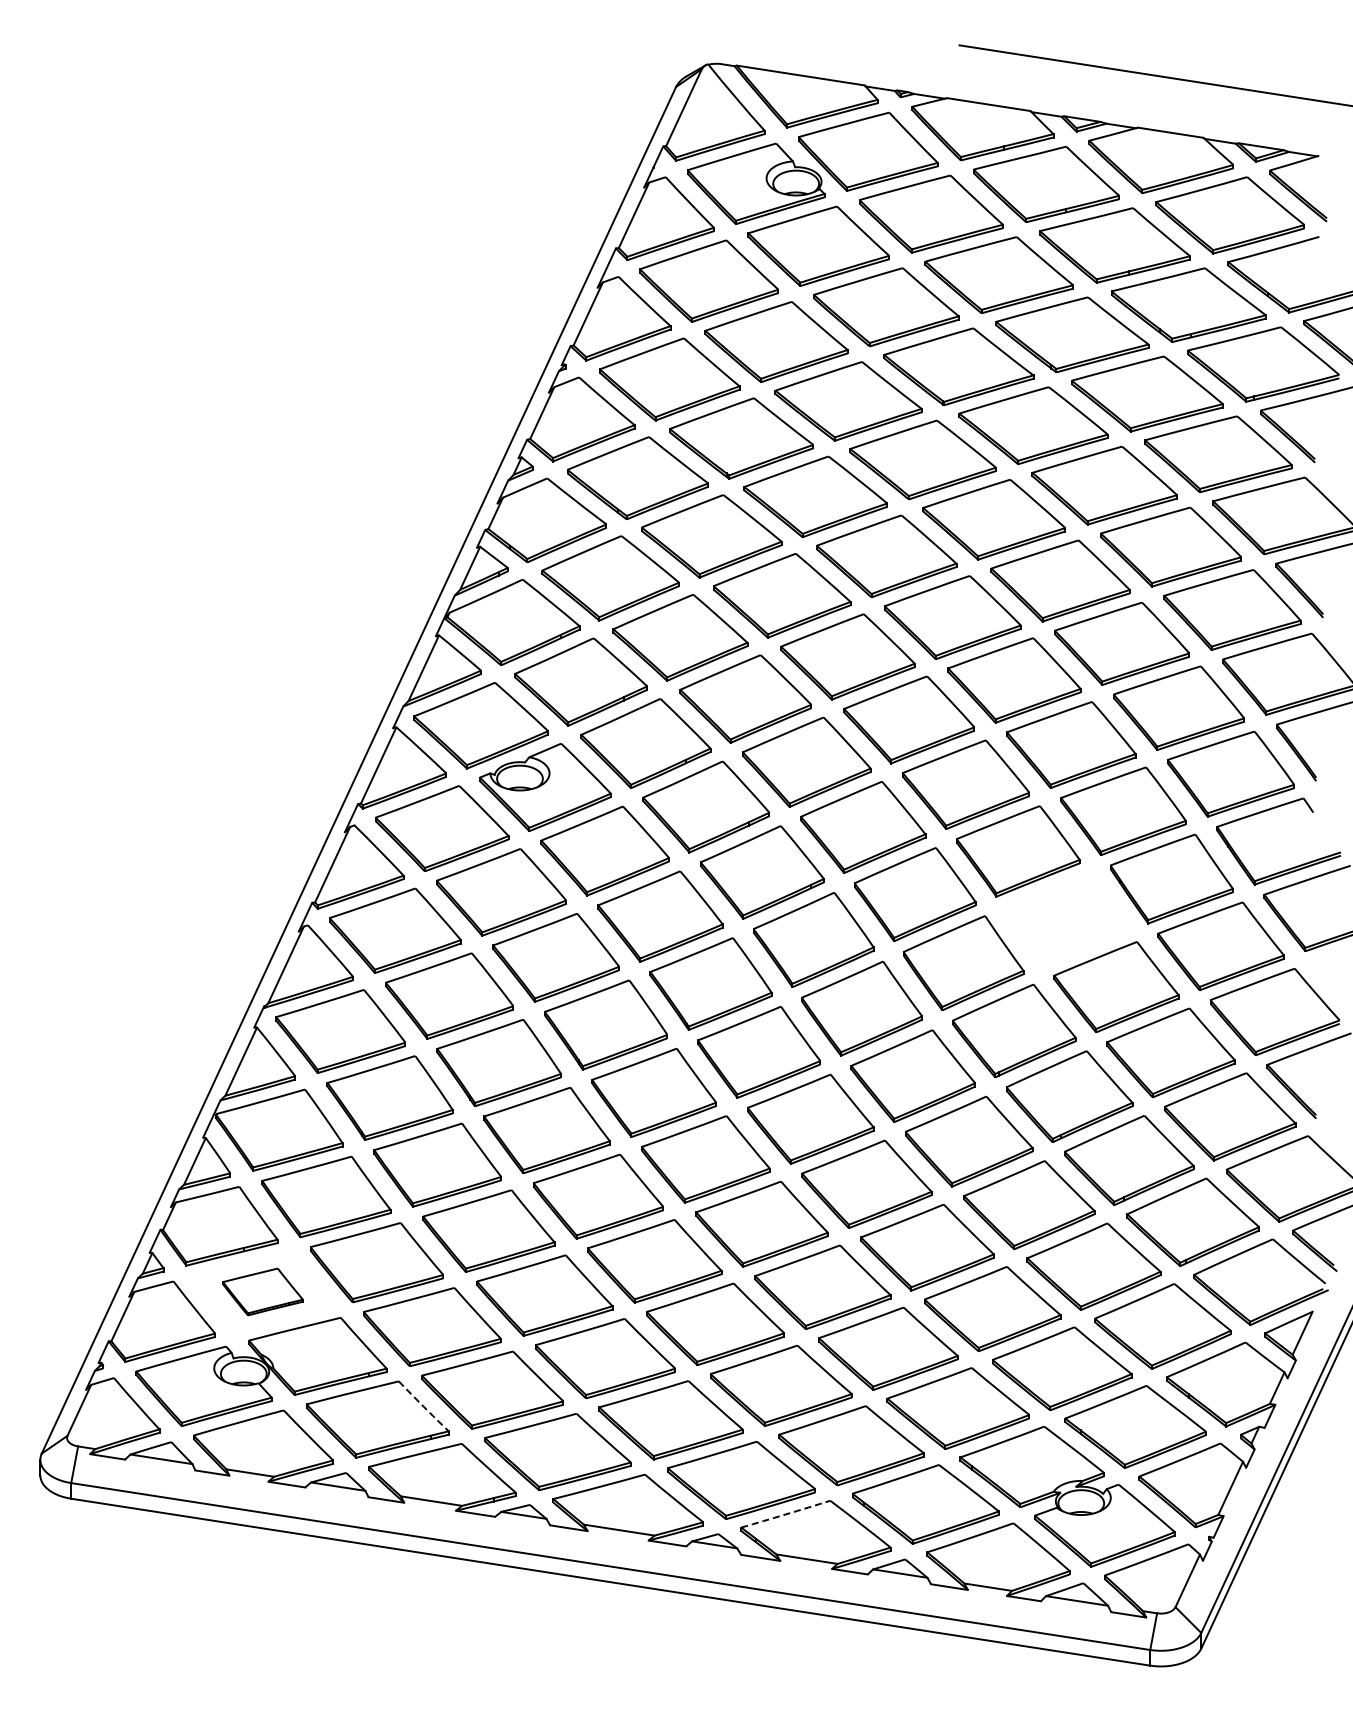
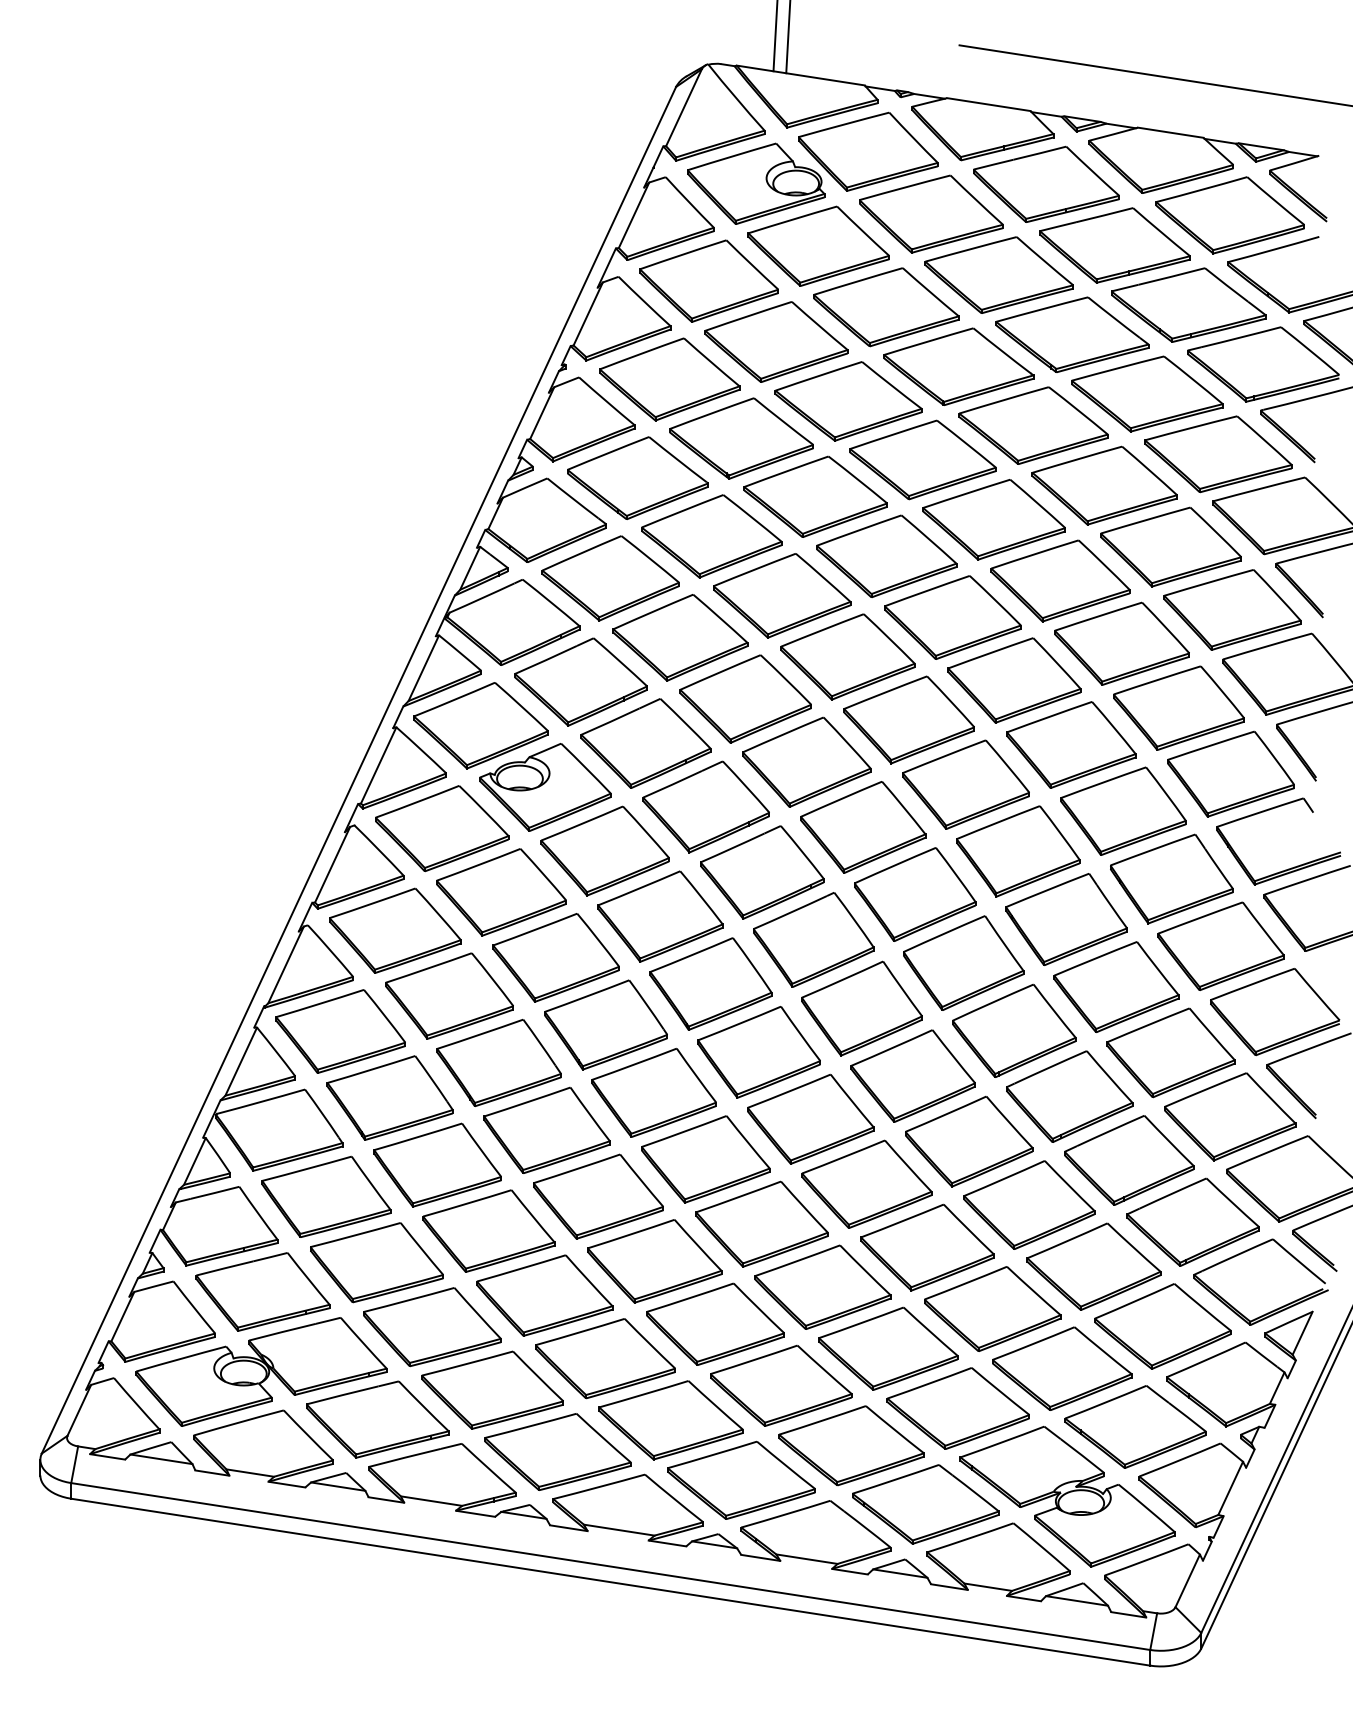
line at (775, 36): none -> present
line at (788, 37): none -> present
part at (1066, 919): none -> present
part at (262, 1291) size: 82x50 px -> 136x80 px
arc at (423, 1406): dashed -> solid
arc at (785, 1514): dashed -> solid
